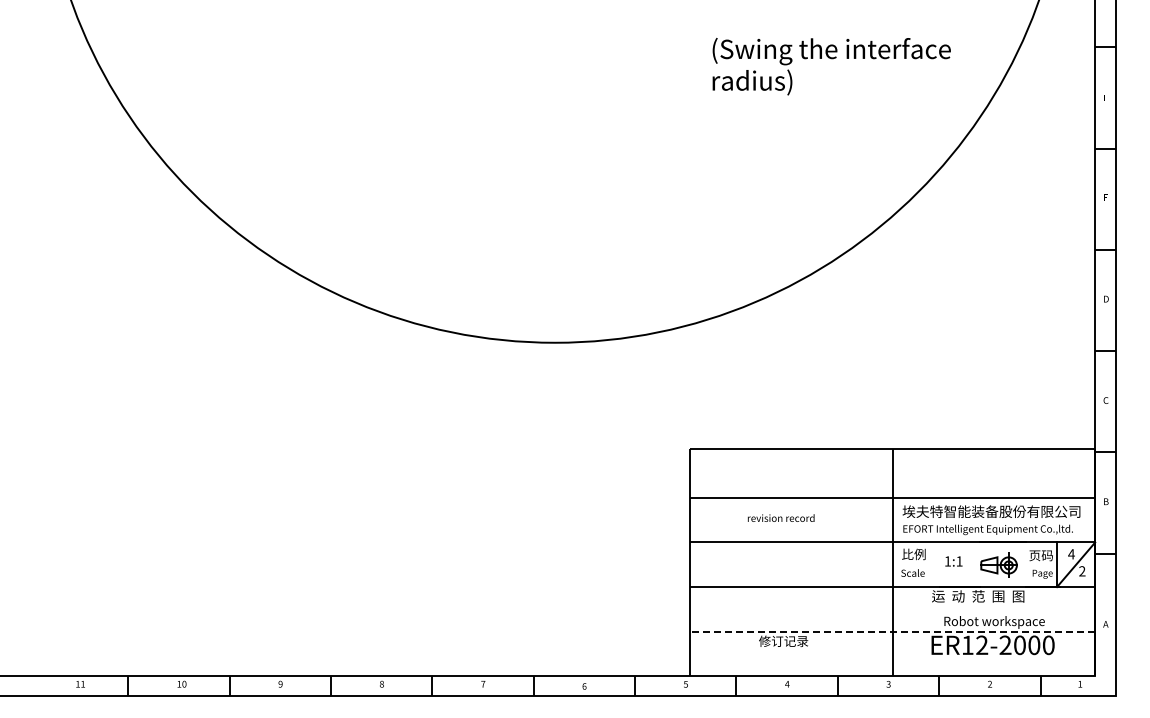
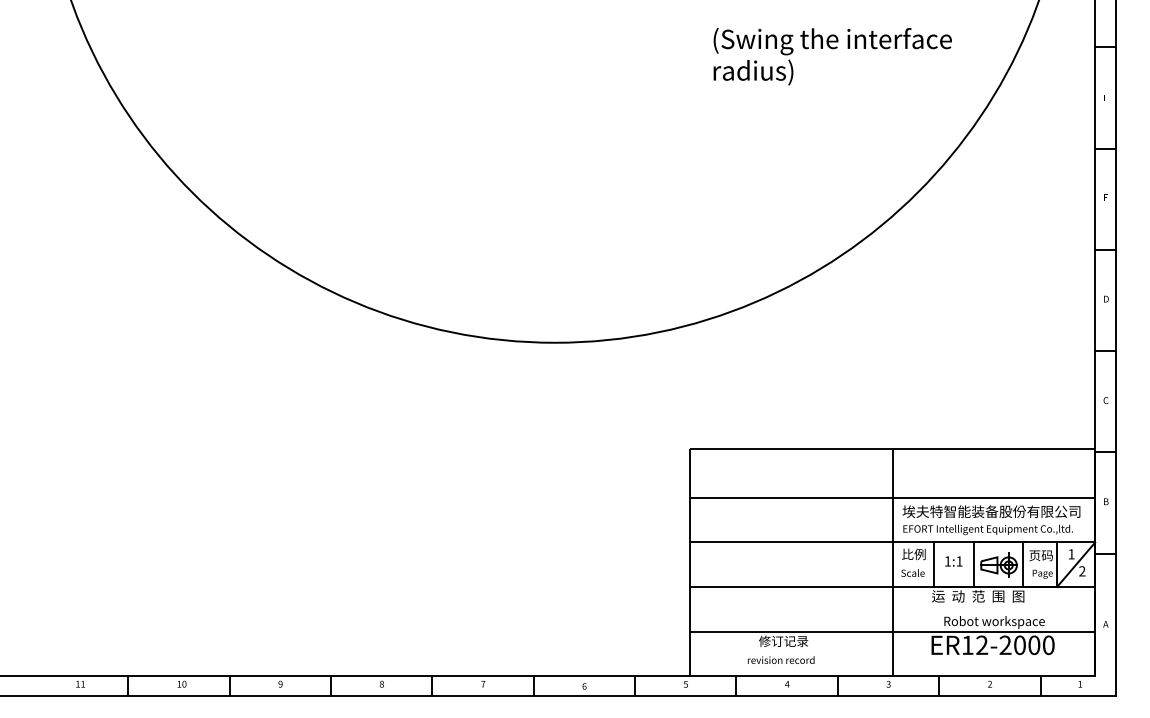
text at (831, 66) position: (831, 66) -> (832, 56)
text at (780, 517) position: (780, 517) -> (780, 659)
text at (1071, 554): 4 -> 1
line at (934, 564): none -> present
line at (973, 564): none -> present
line at (1022, 564): none -> present
line at (892, 631): dashed -> solid
